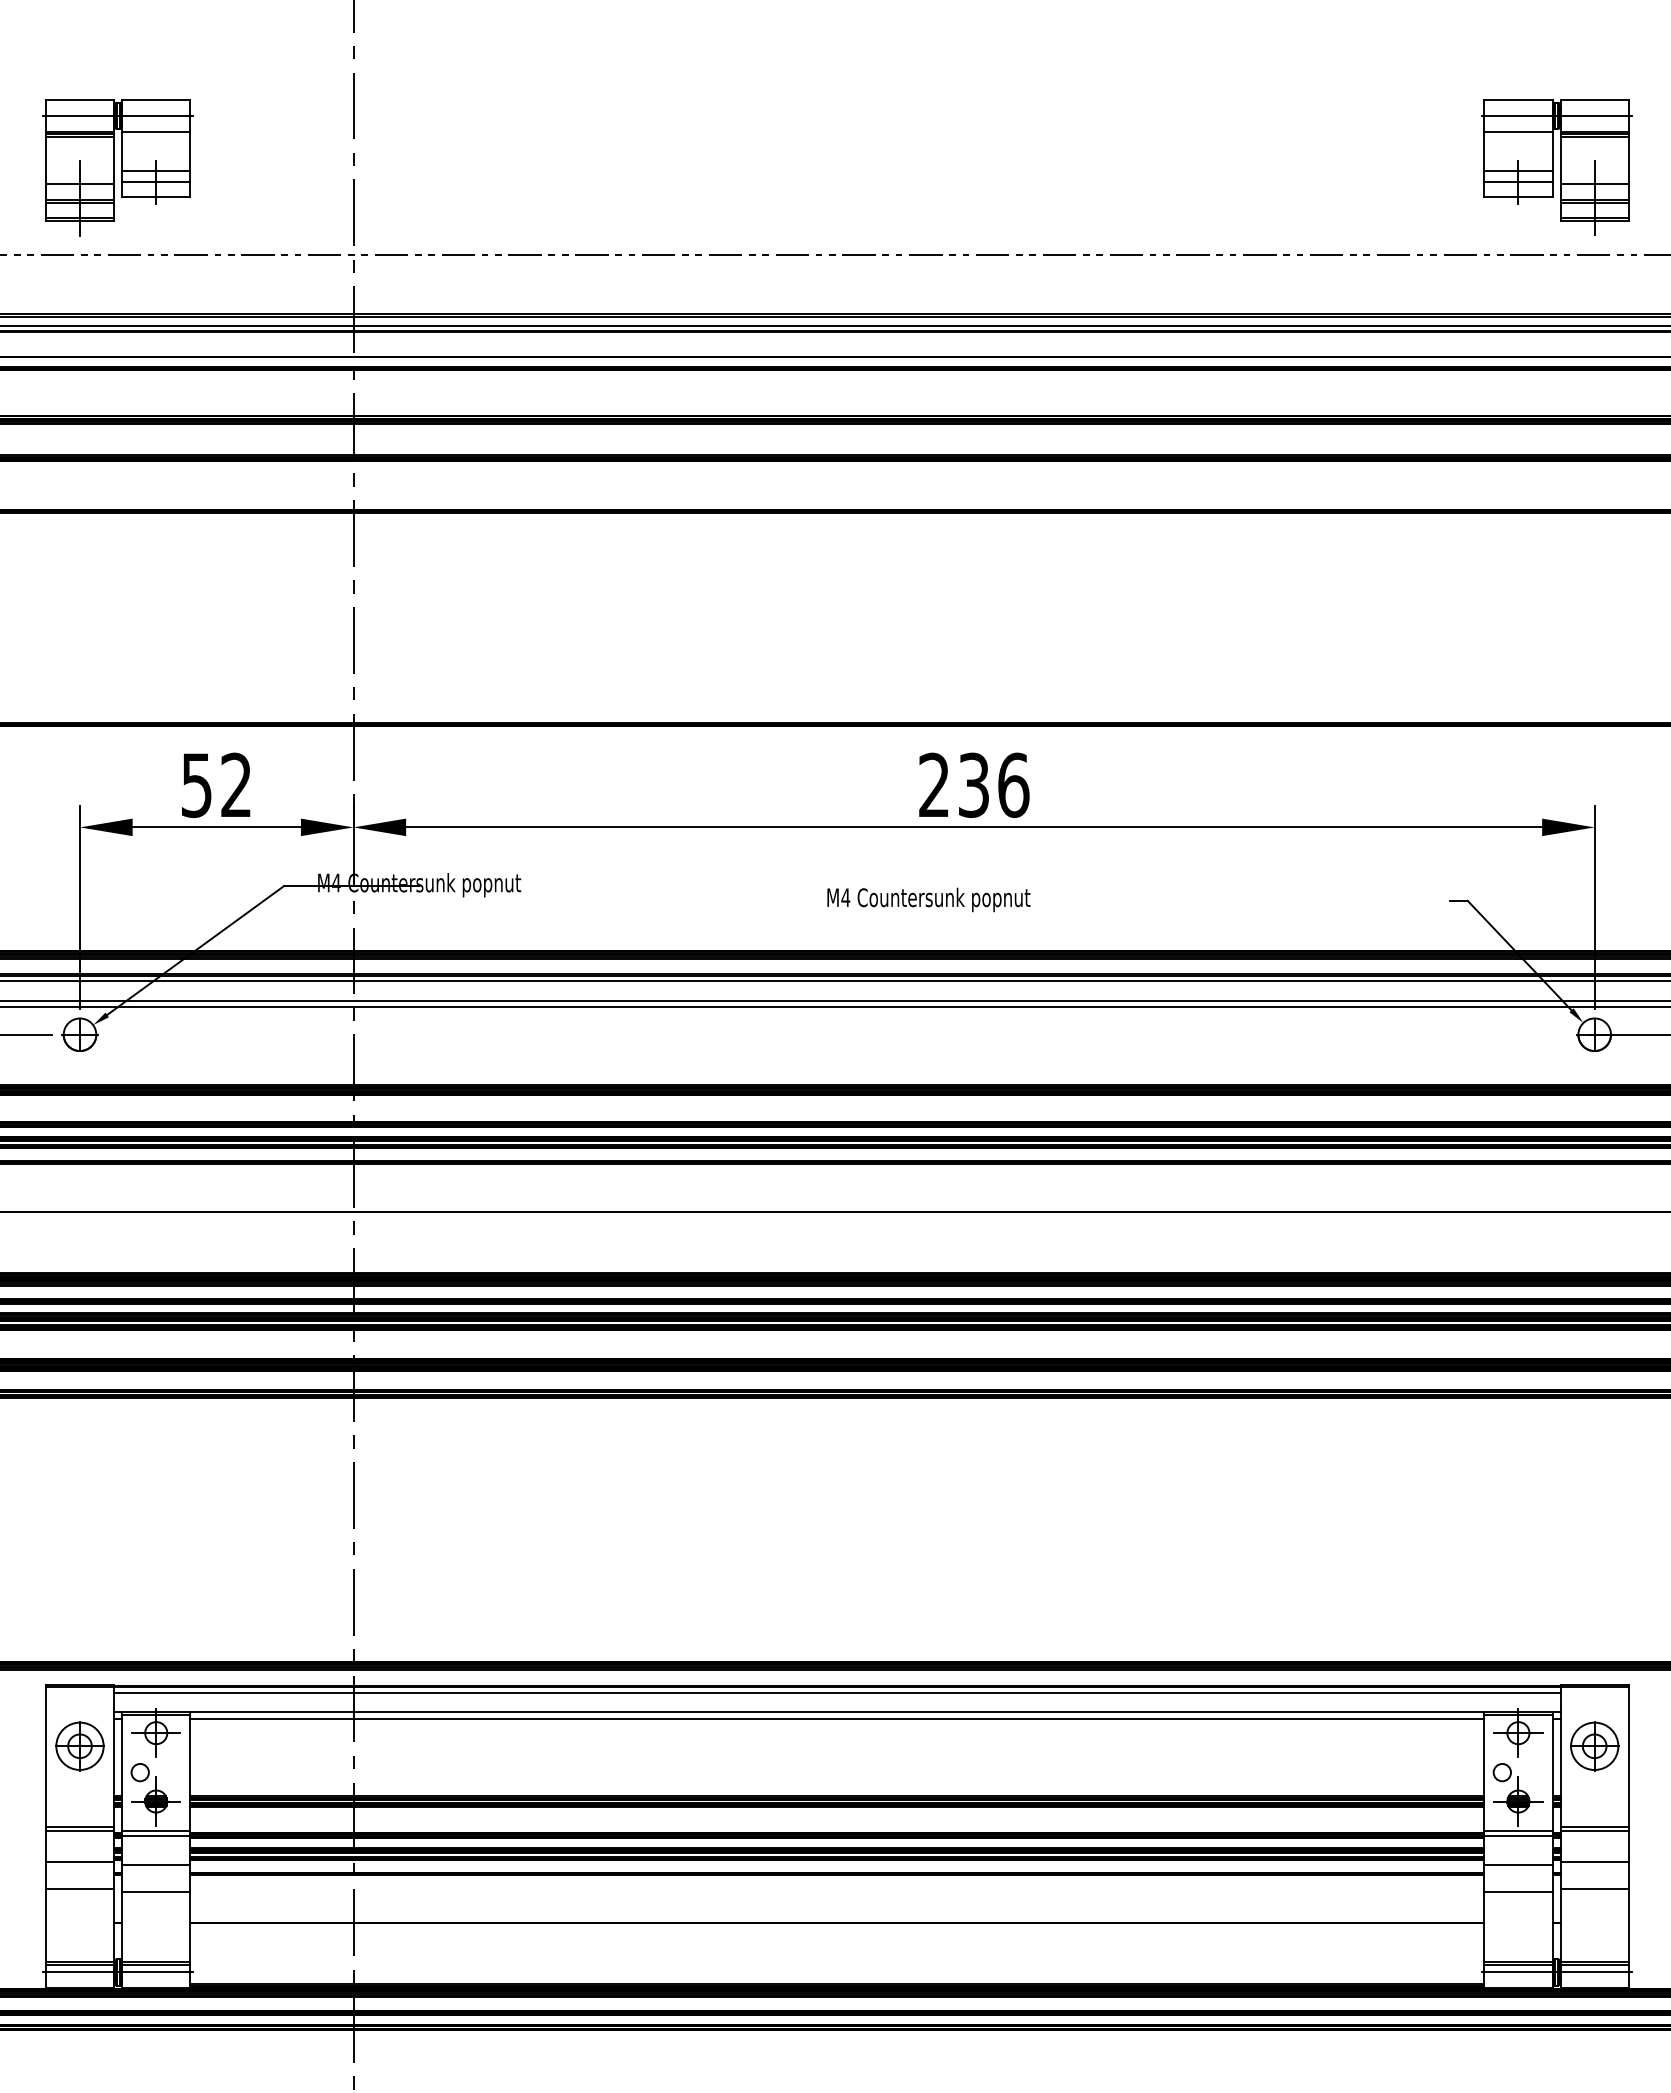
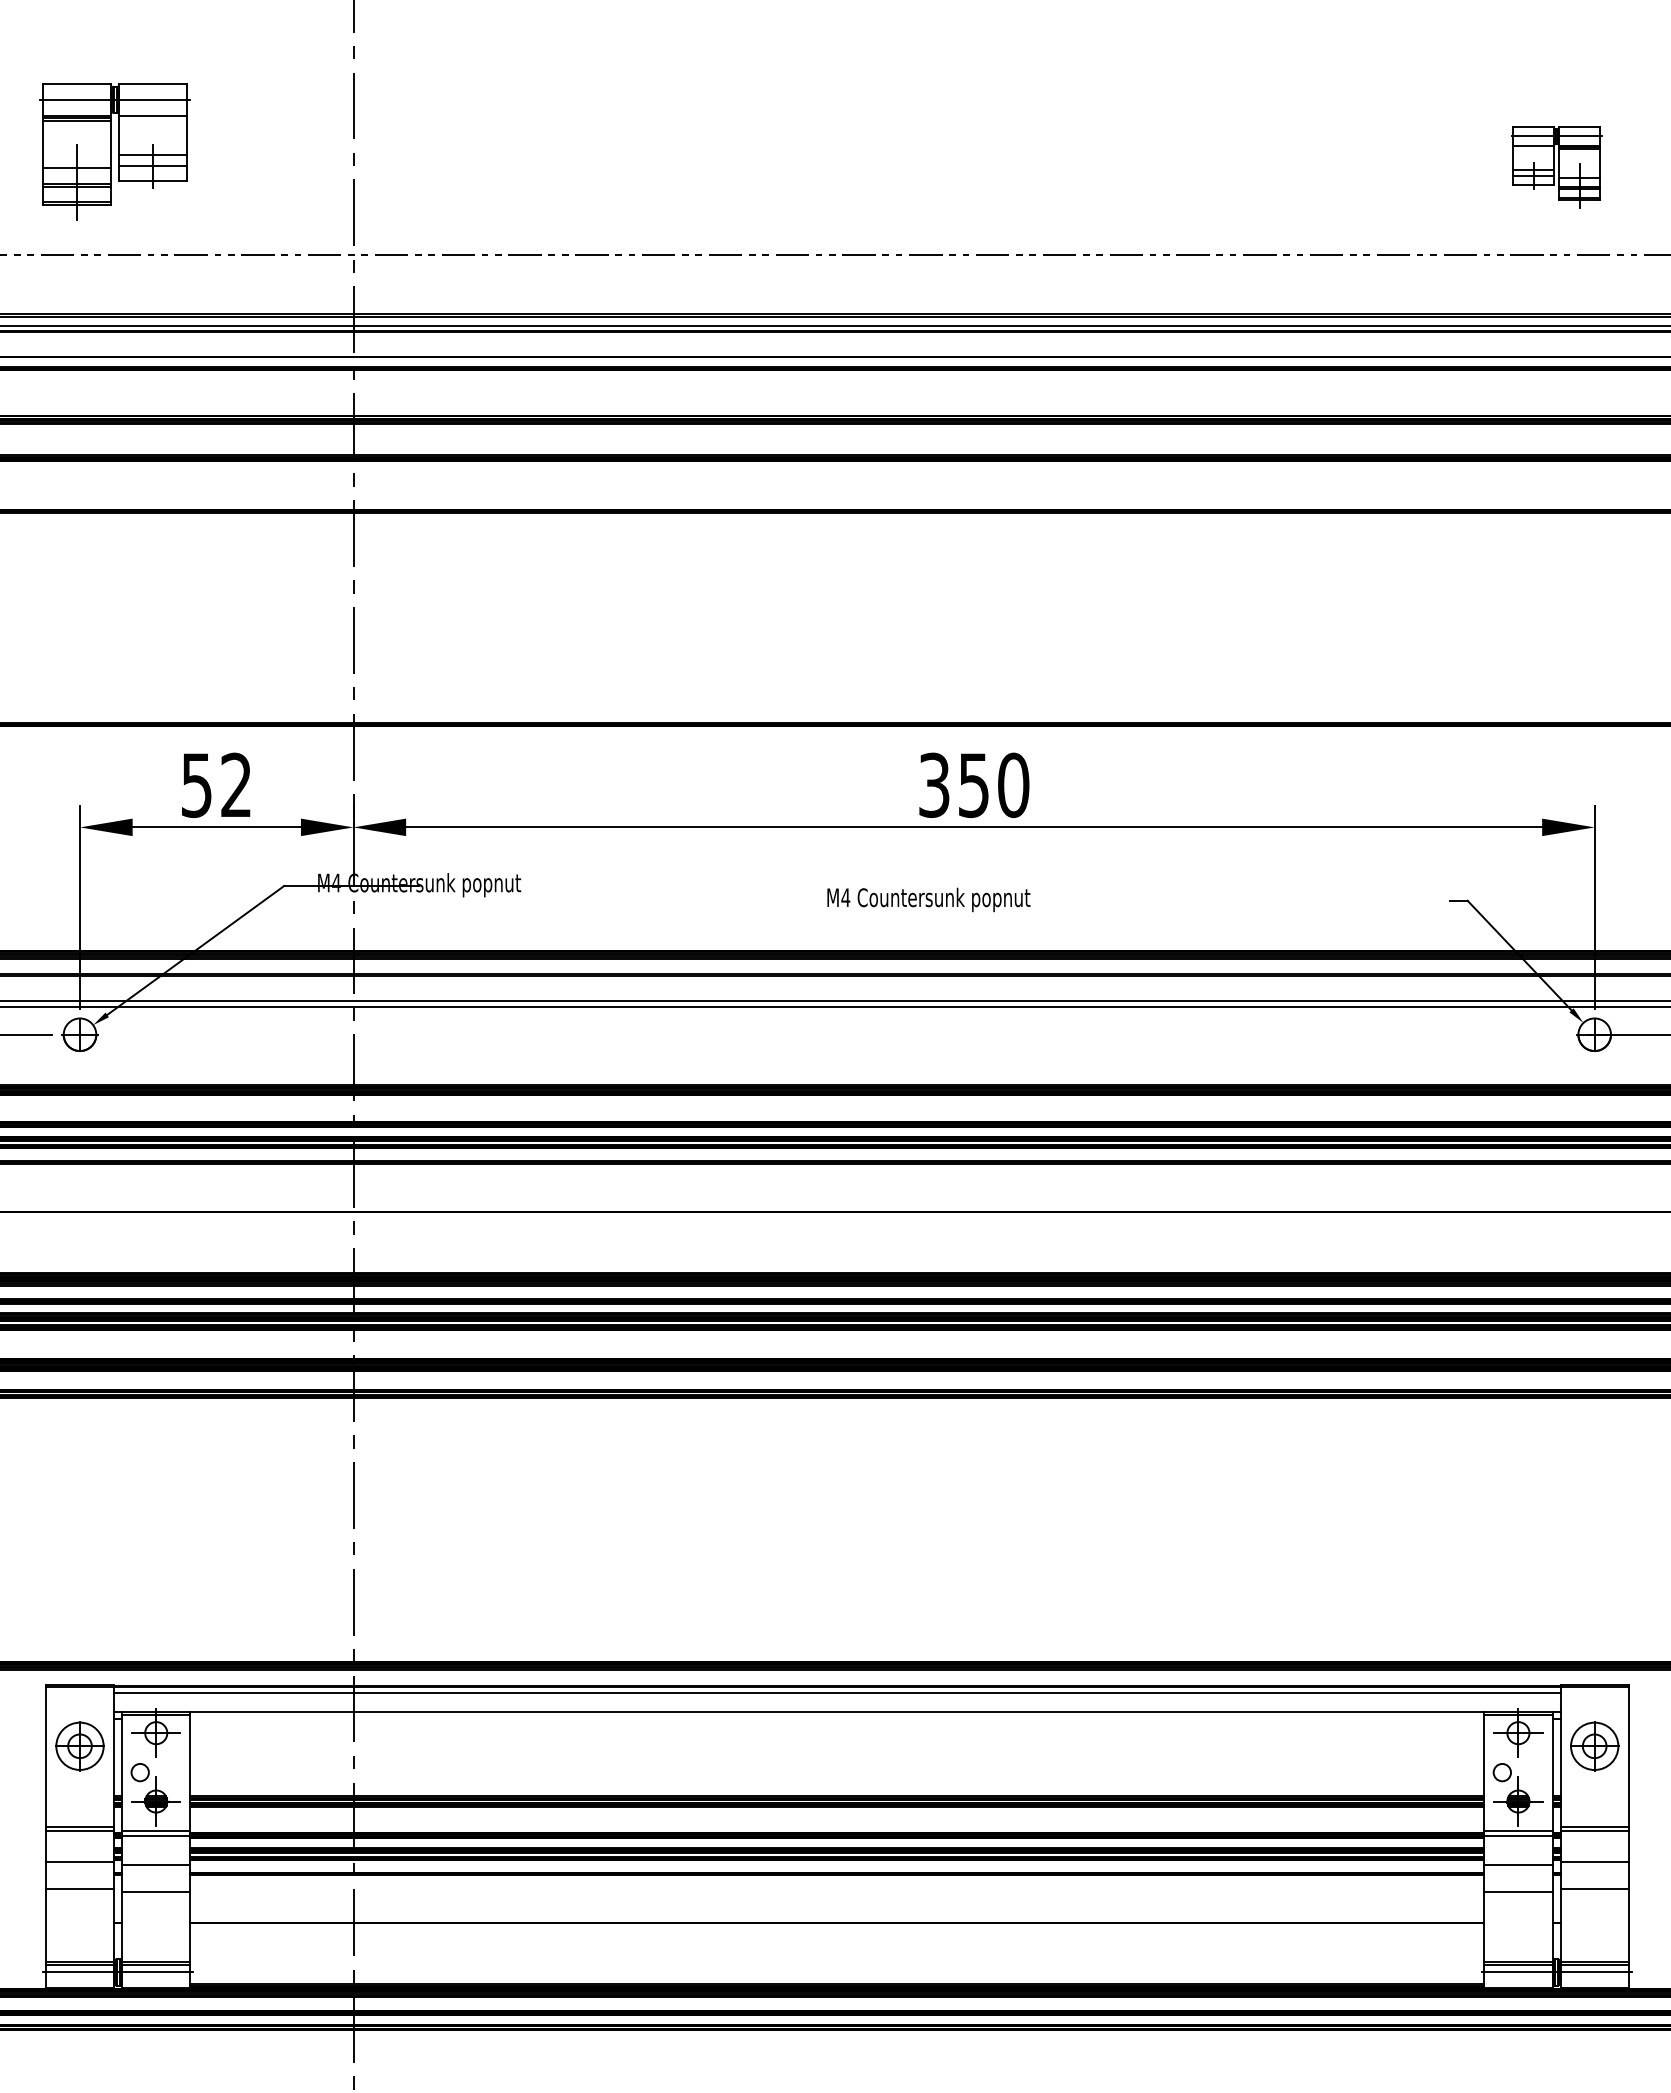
part at (117, 167) position: (117, 167) -> (114, 151)
part at (1556, 167) size: 152x137 px -> 92x83 px
text at (974, 785): 236 -> 350
line at (834, 981): present -> none
line at (837, 1718): present -> none
